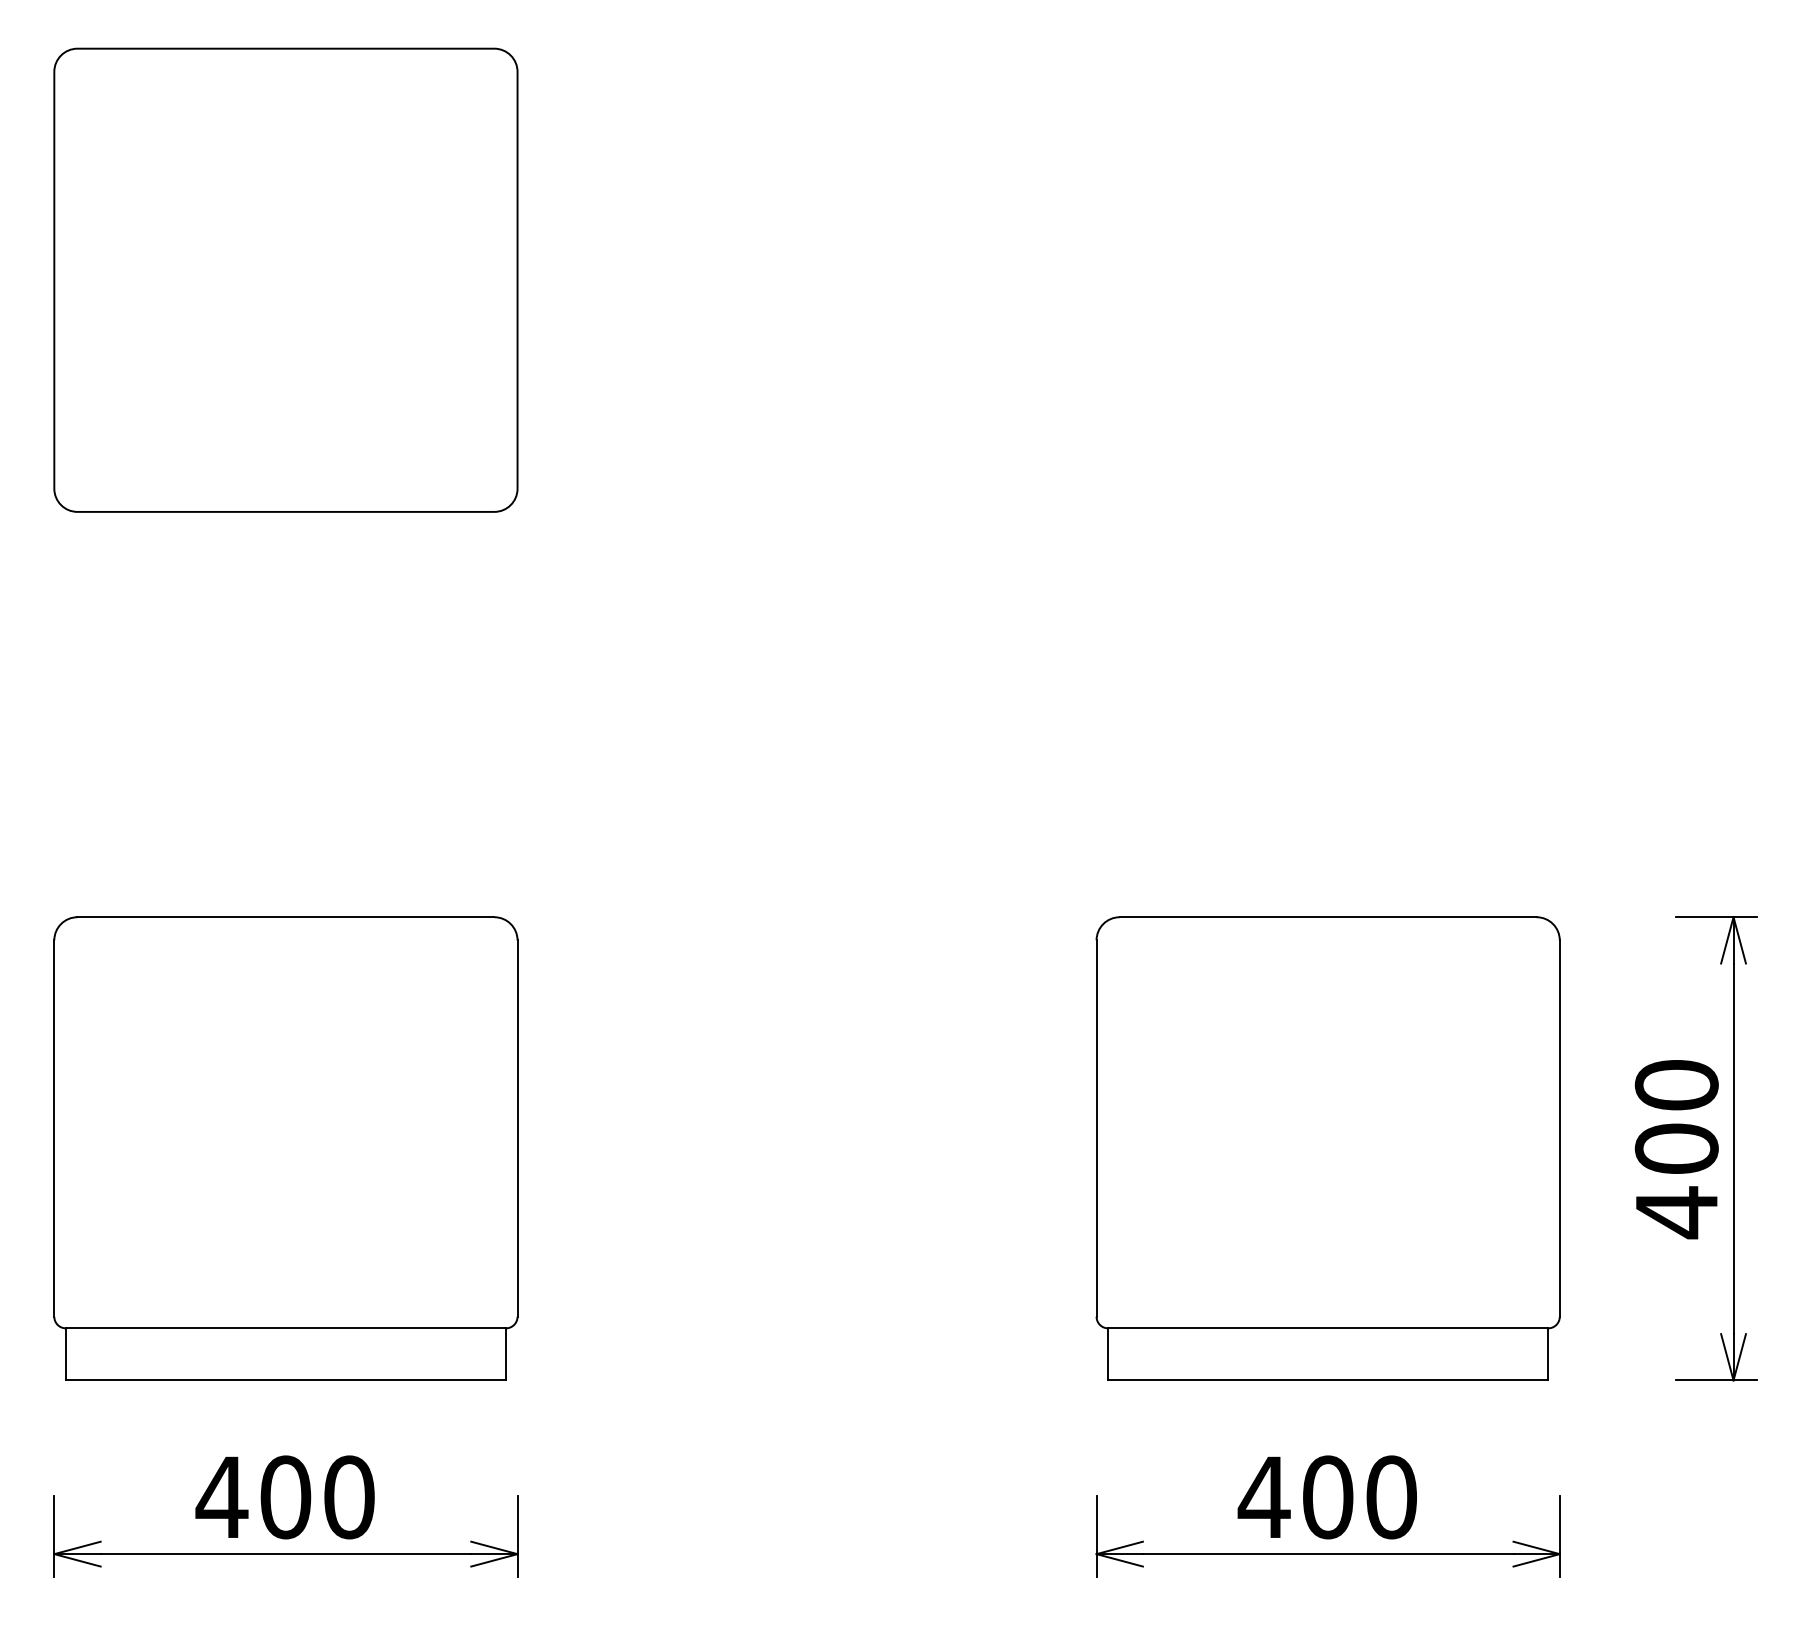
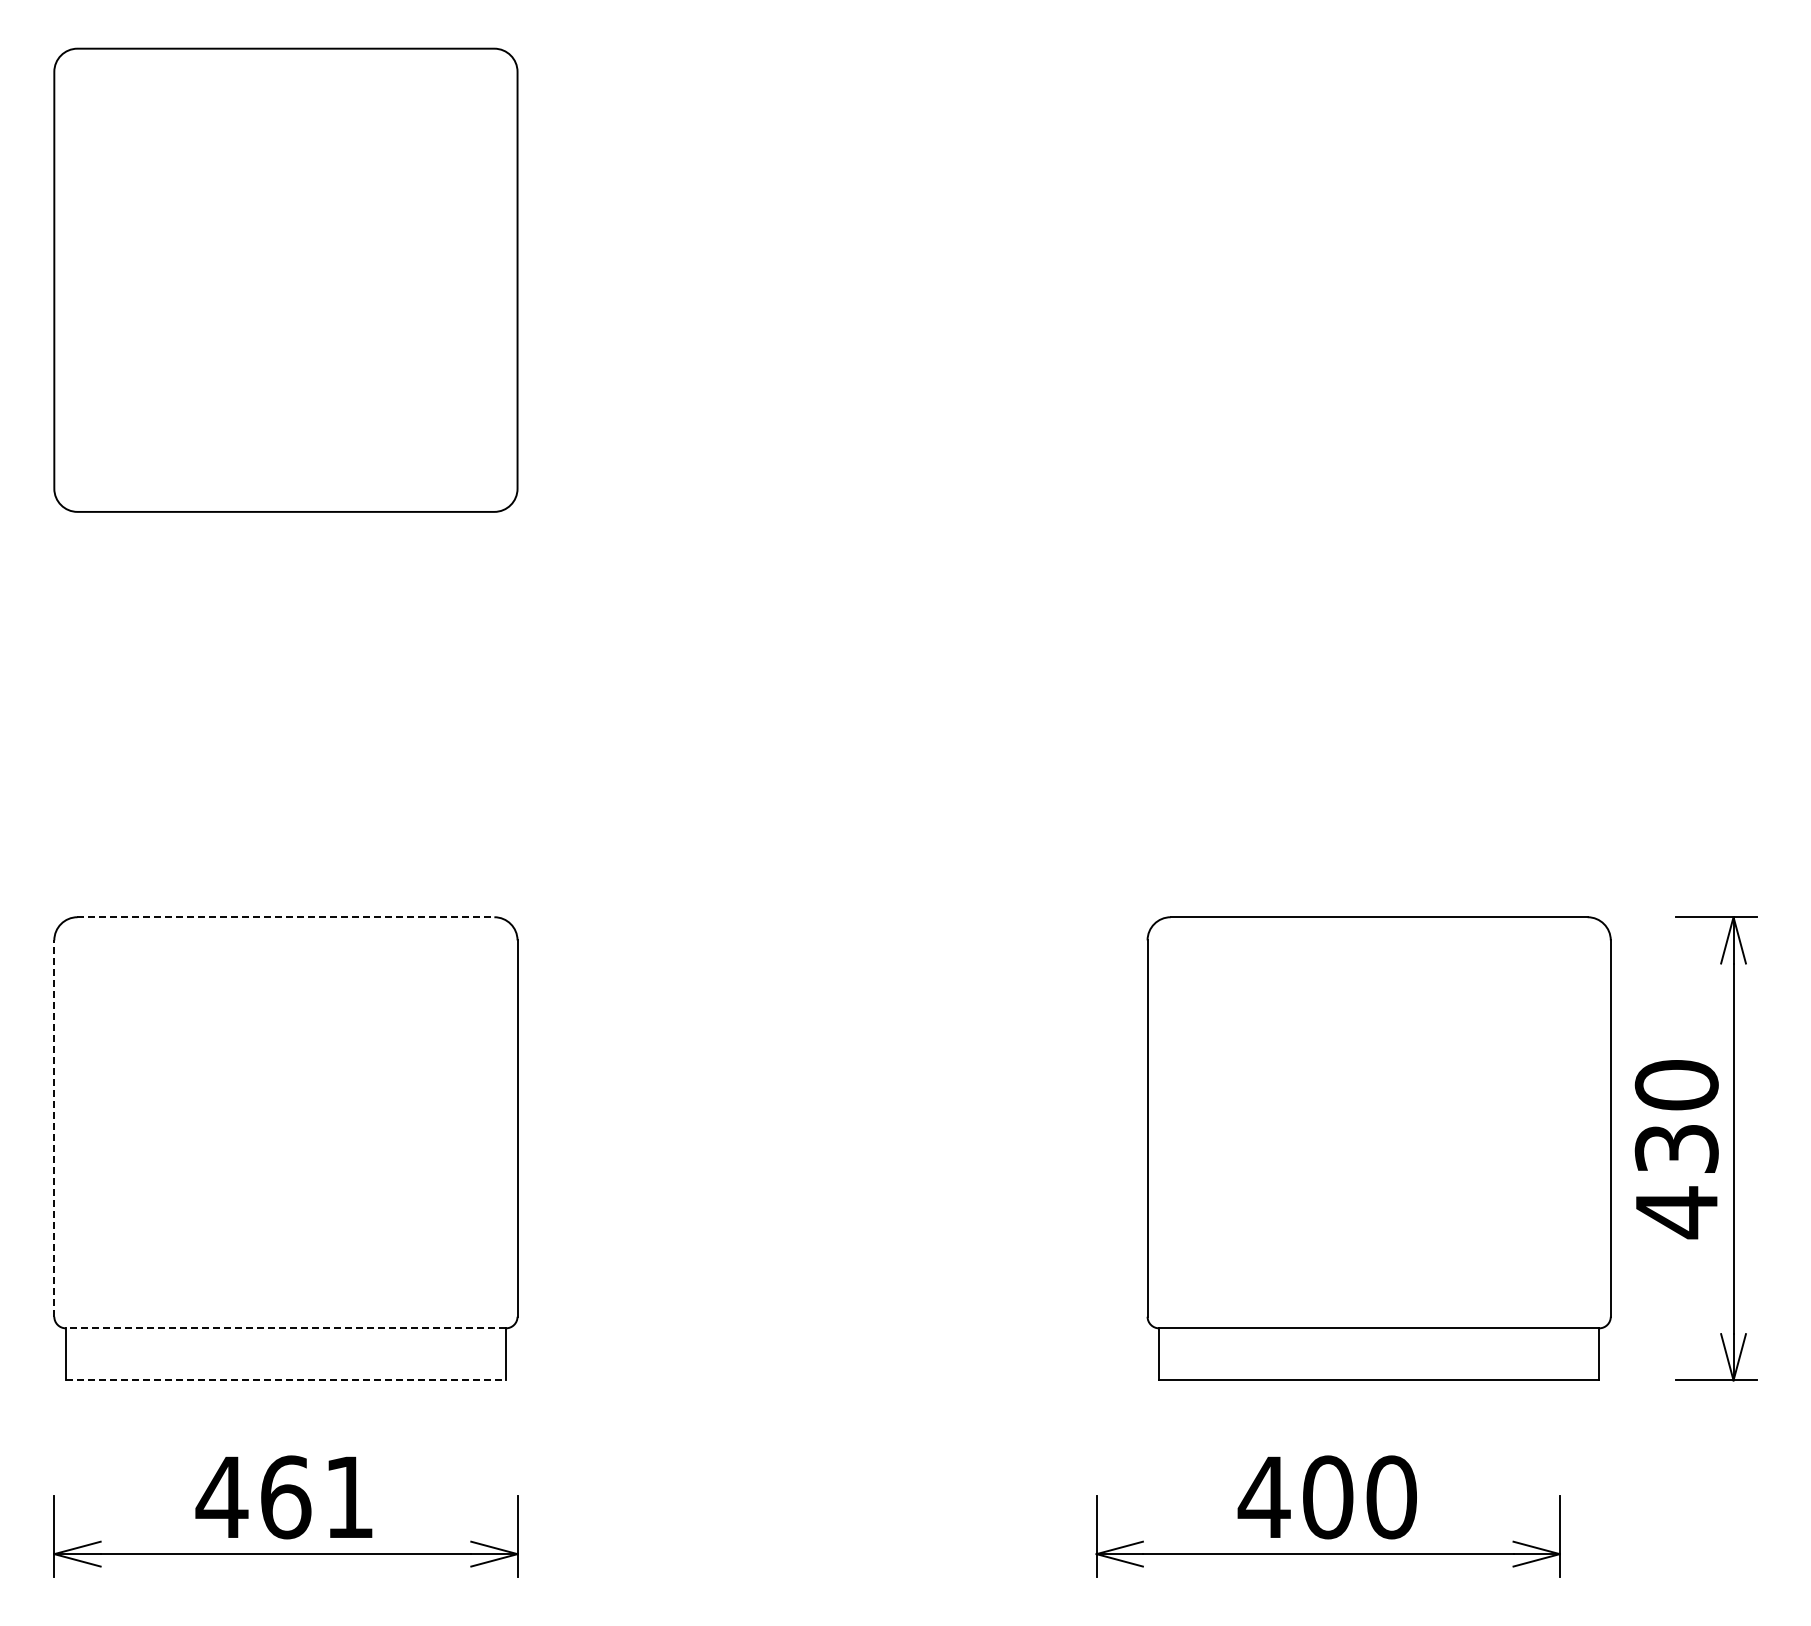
line at (286, 917): solid -> dashed
line at (54, 1128): solid -> dashed
part at (1327, 1148) position: (1327, 1148) -> (1378, 1148)
text at (1676, 1148): 400 -> 430
line at (285, 1328): solid -> dashed
line at (286, 1380): solid -> dashed
text at (317, 1497): 400 -> 461
